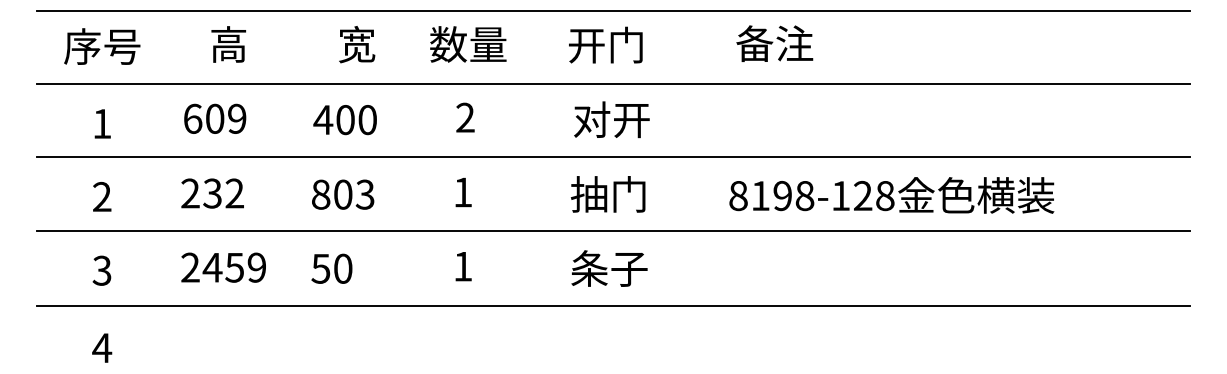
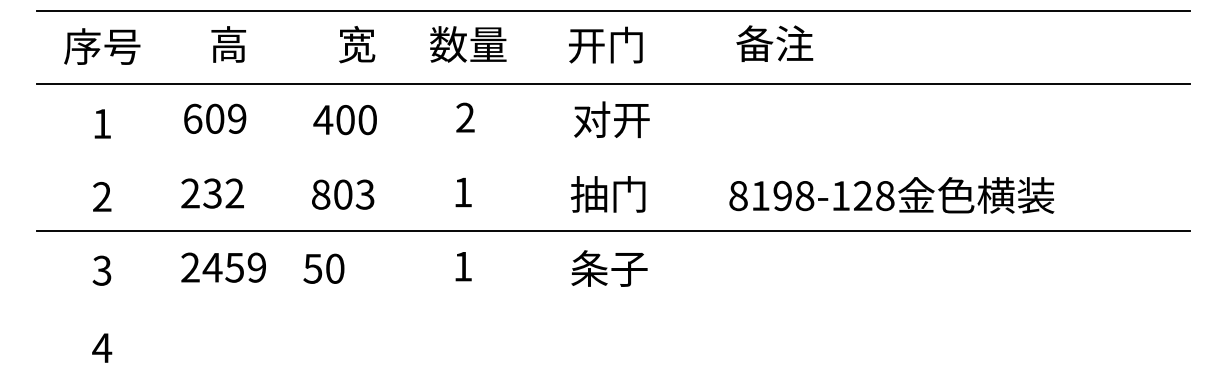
line at (613, 157): present -> none
text at (331, 268) position: (331, 268) -> (323, 268)
line at (613, 305): present -> none
